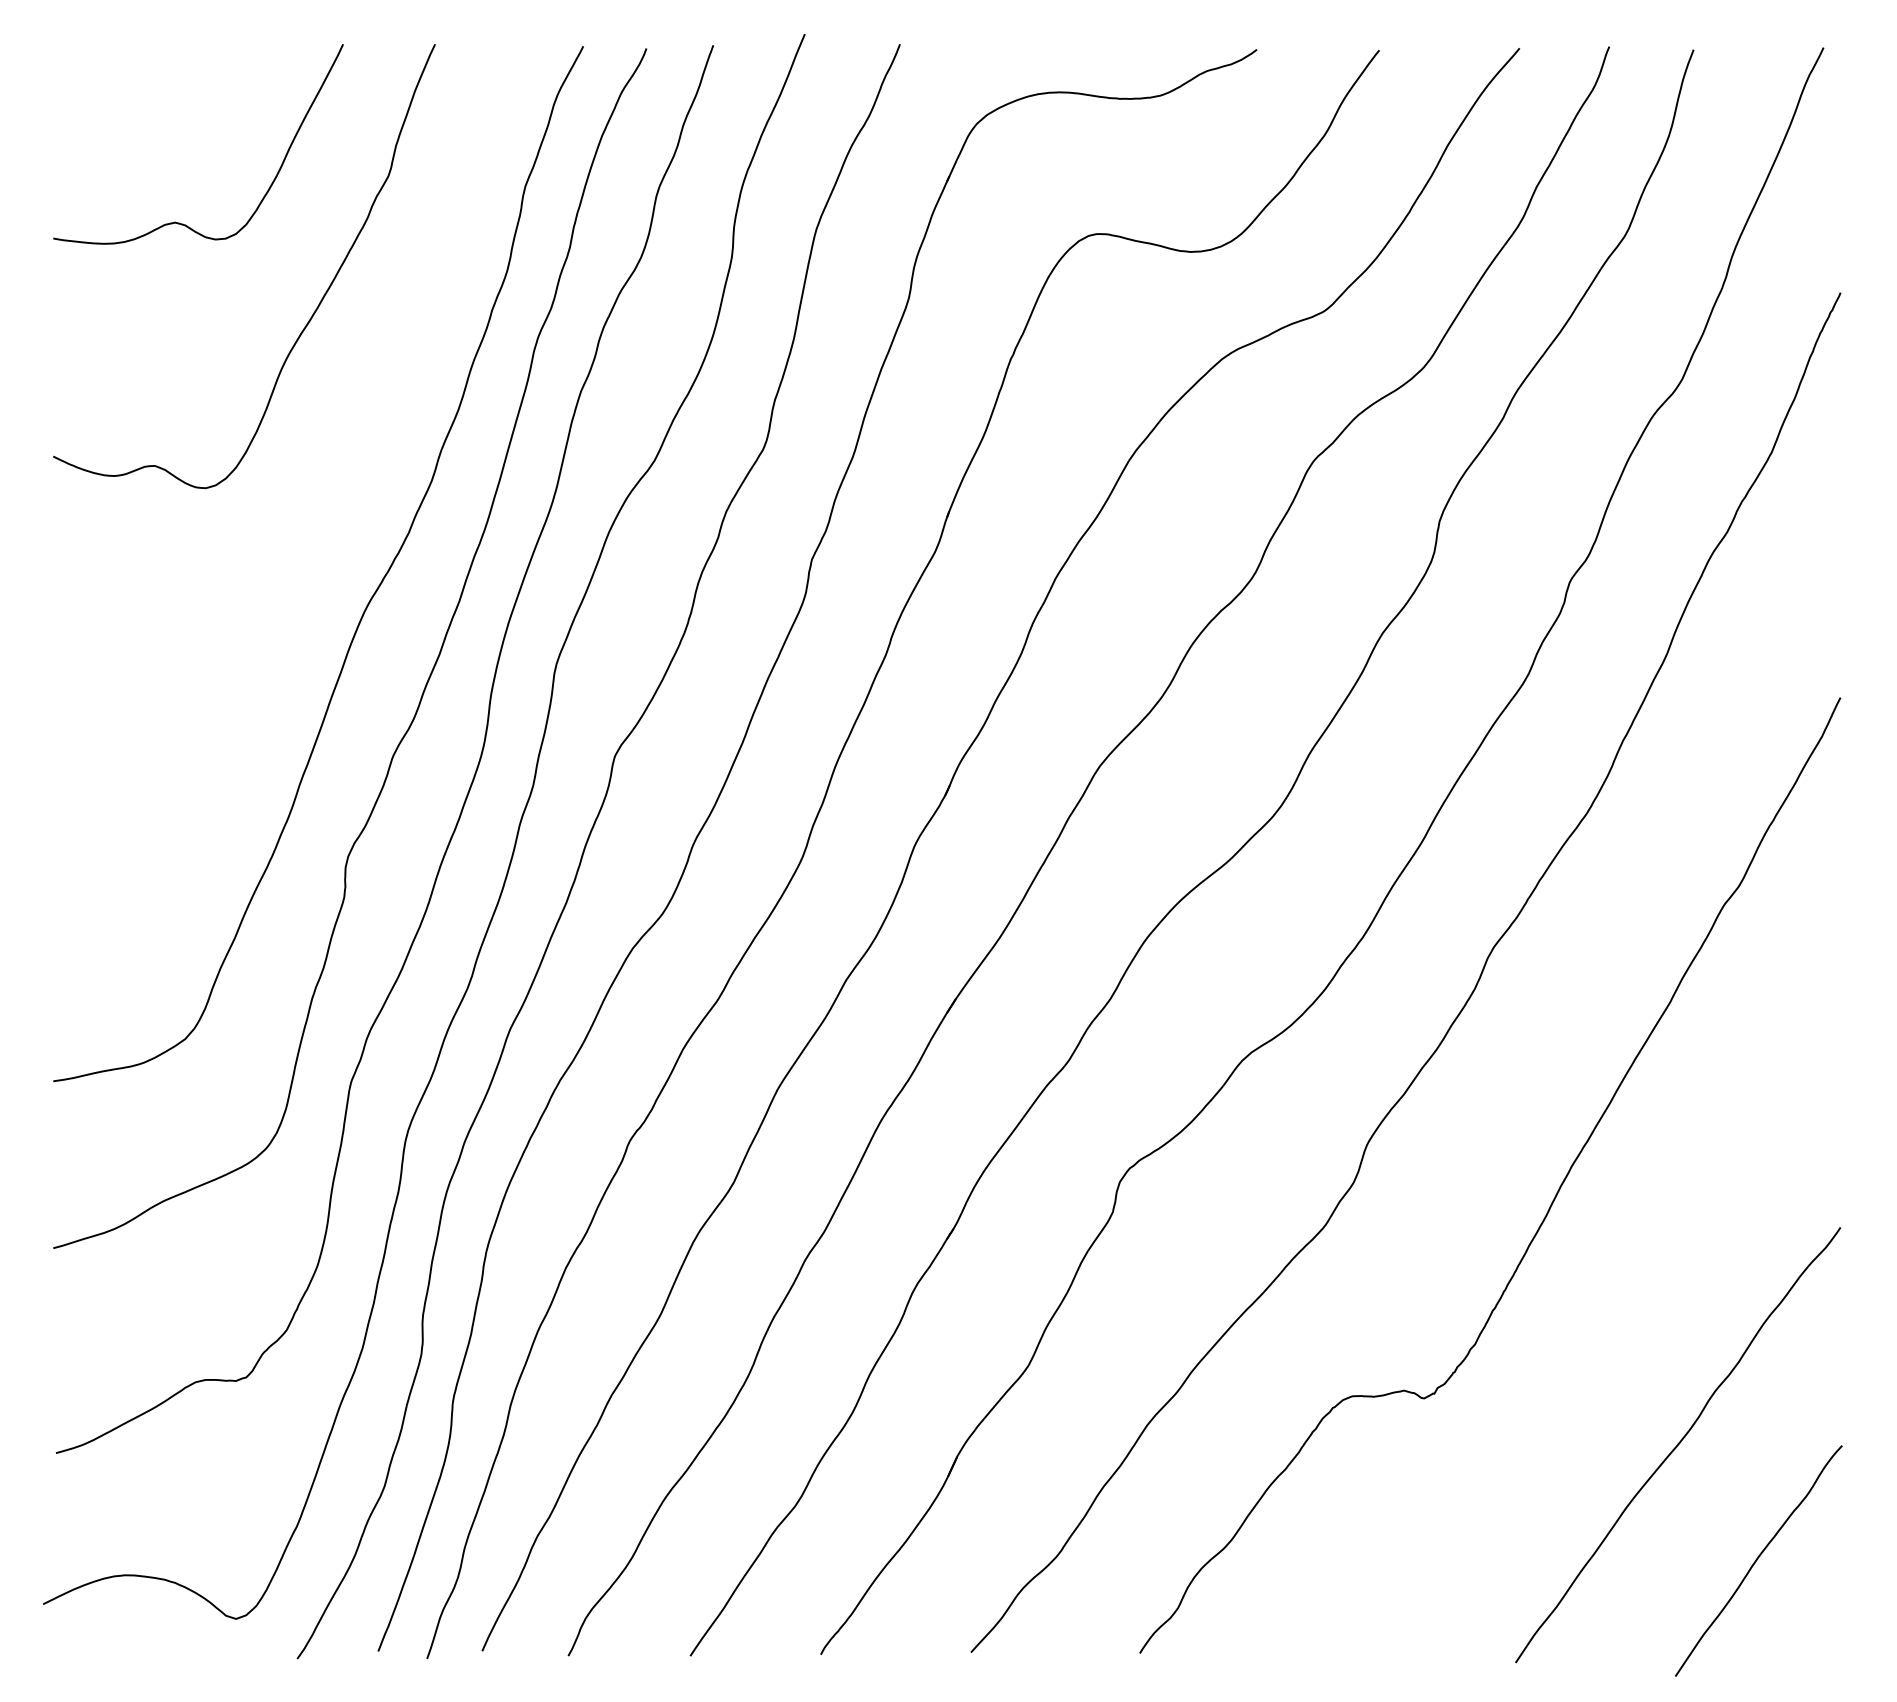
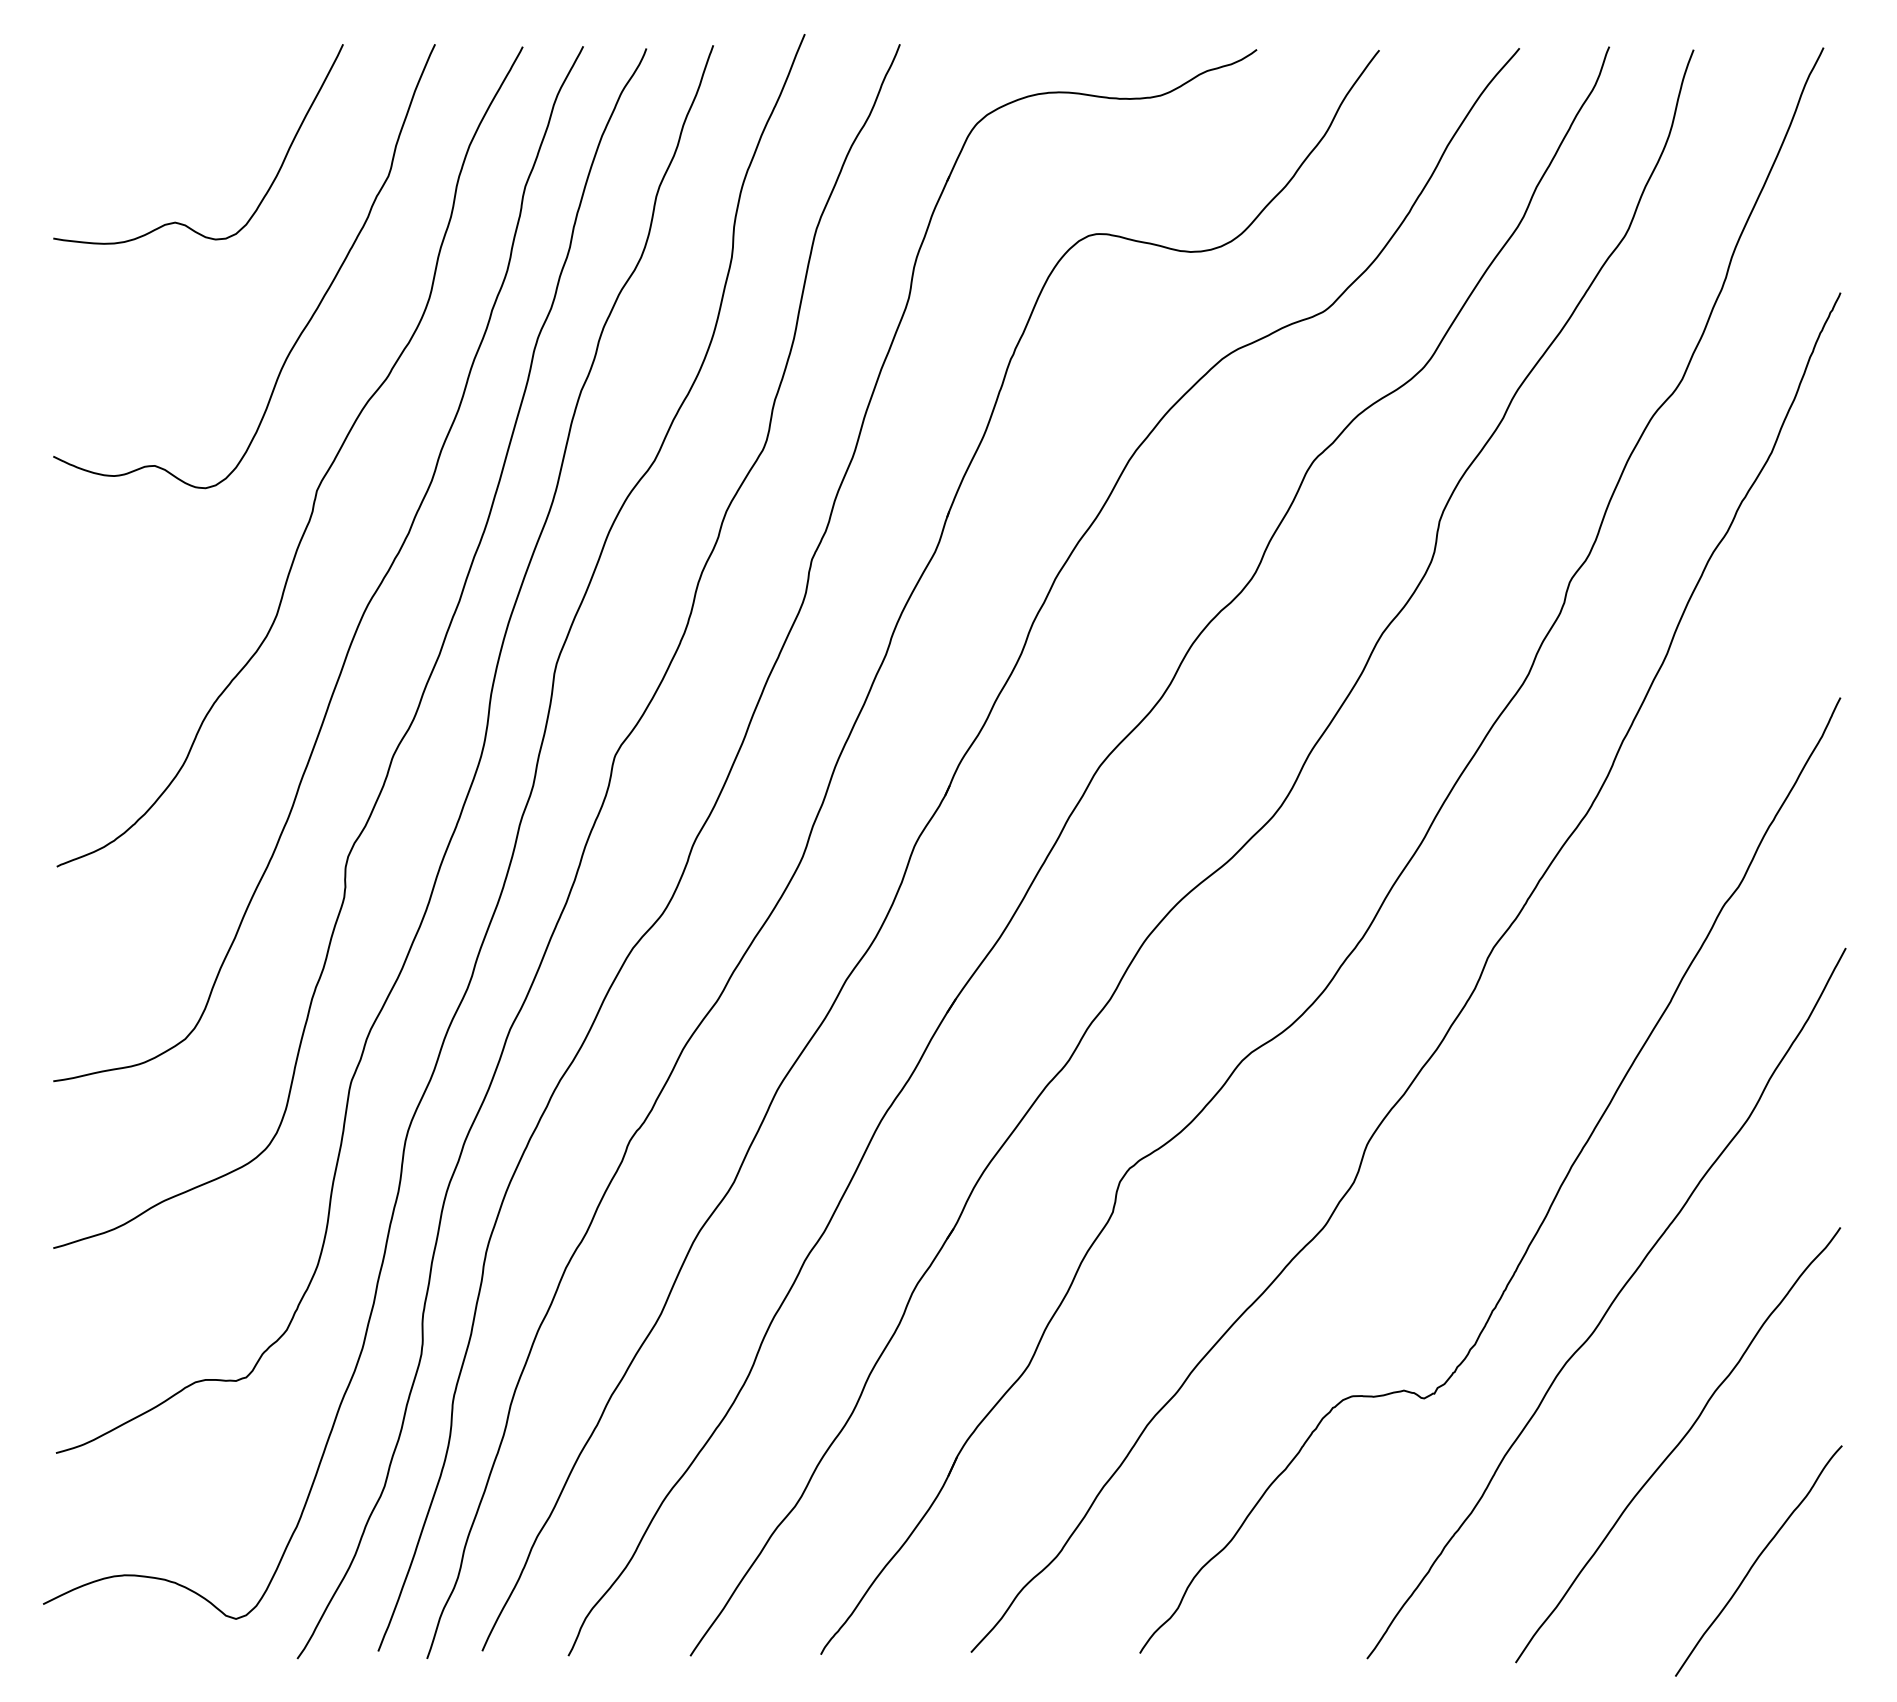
curve at (322, 477): none -> present
curve at (1609, 1305): none -> present
